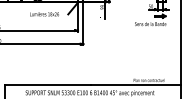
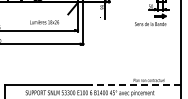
text at (44, 14) position: (44, 14) -> (44, 22)
line at (135, 85): solid -> dashed
